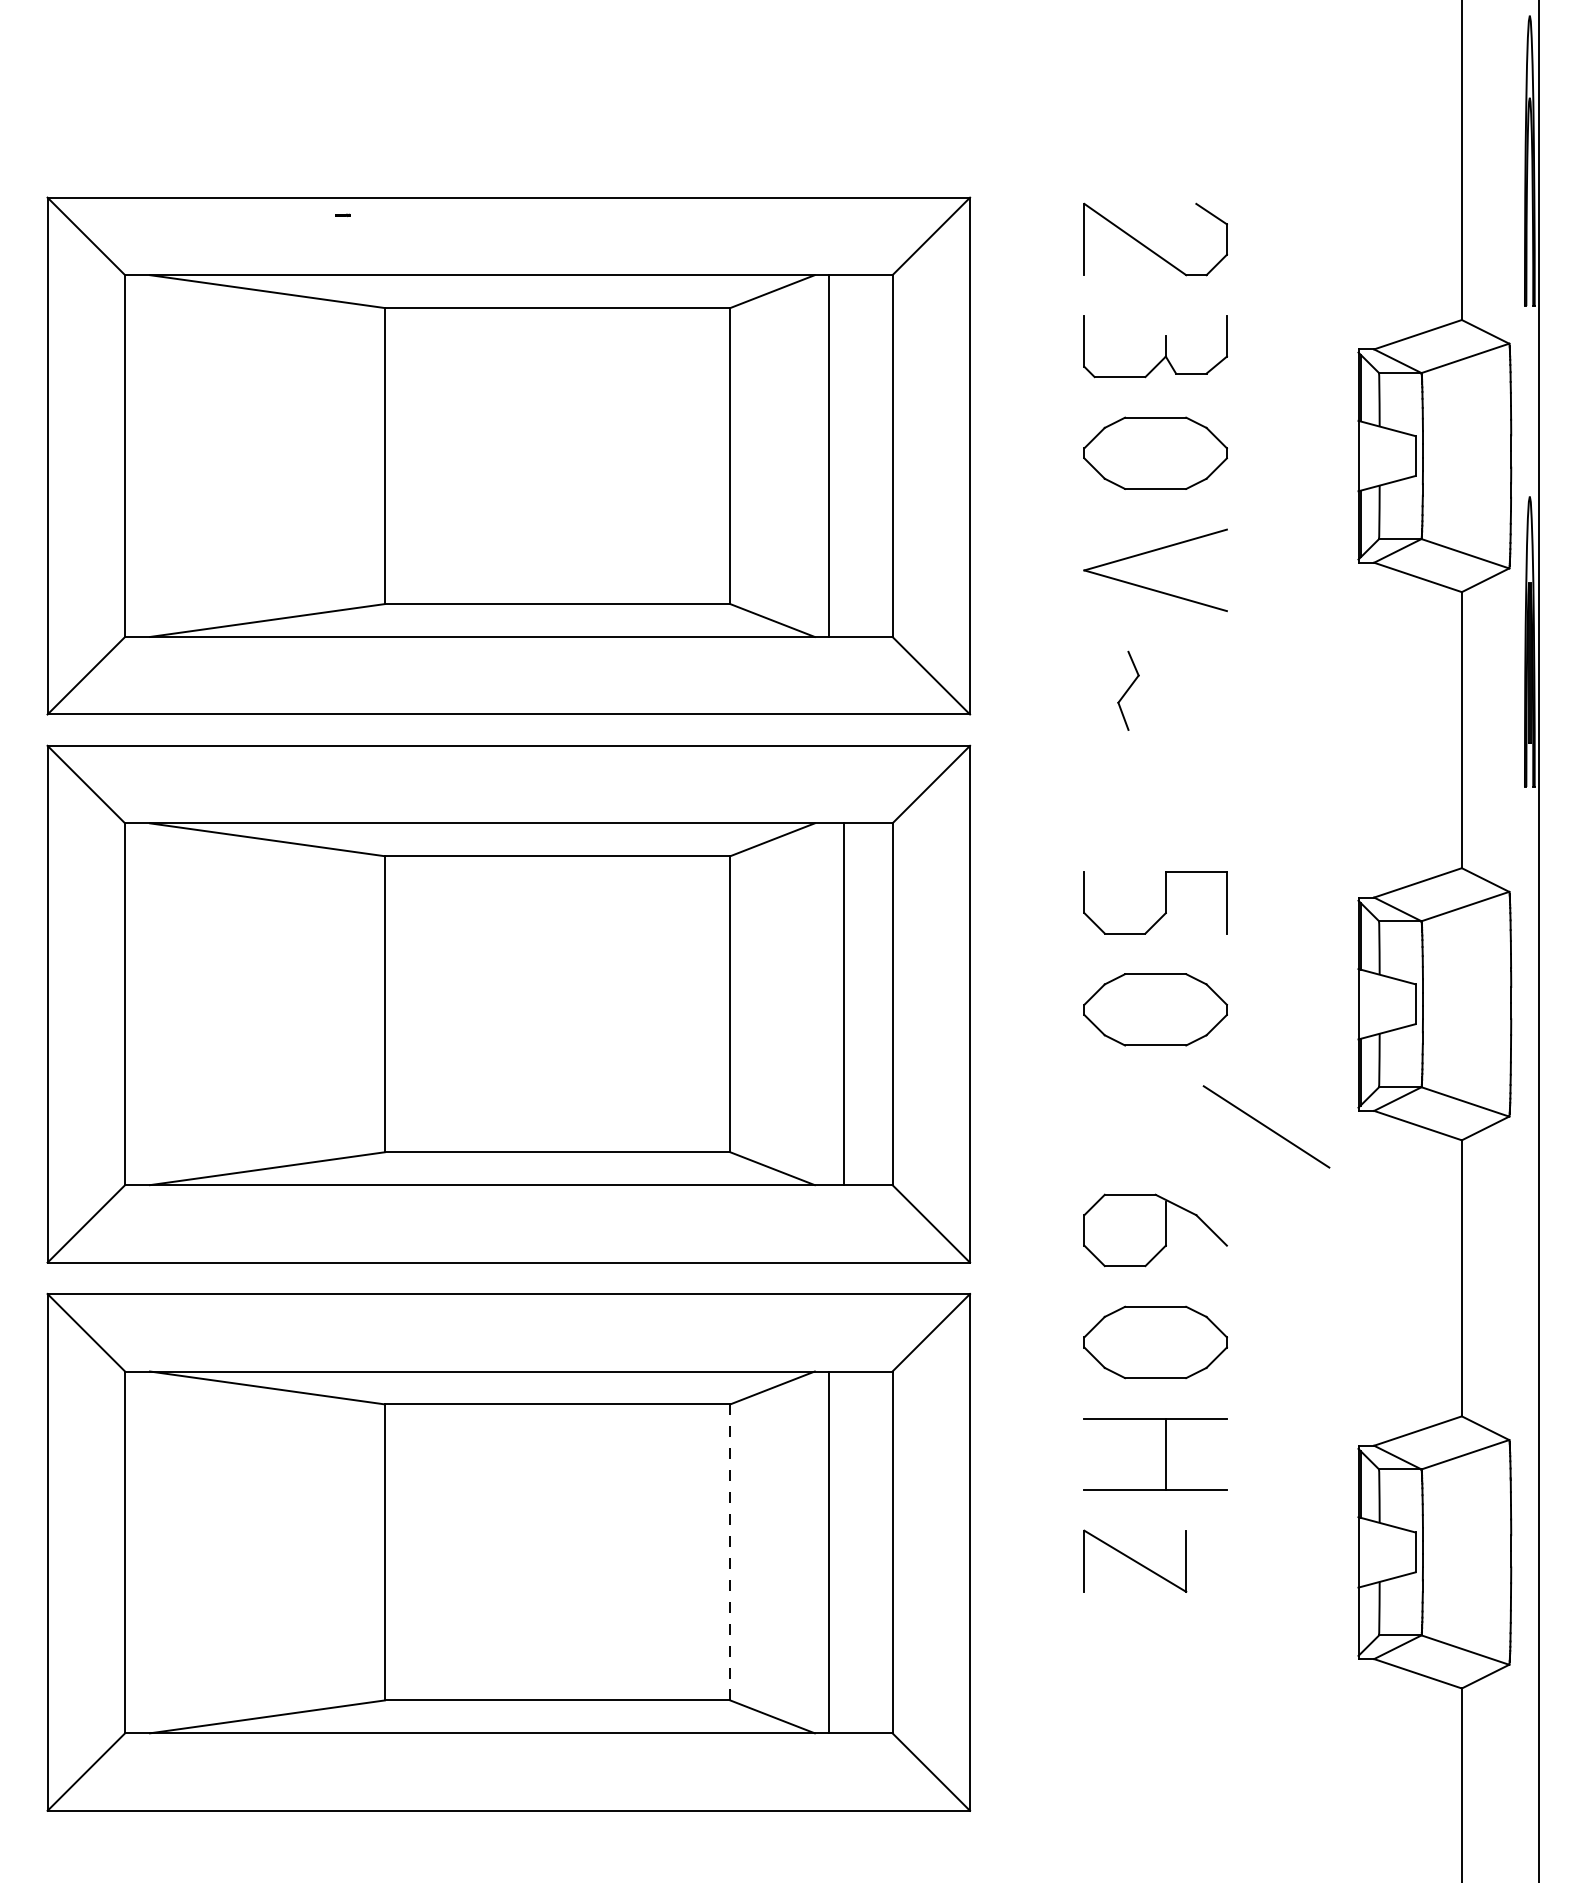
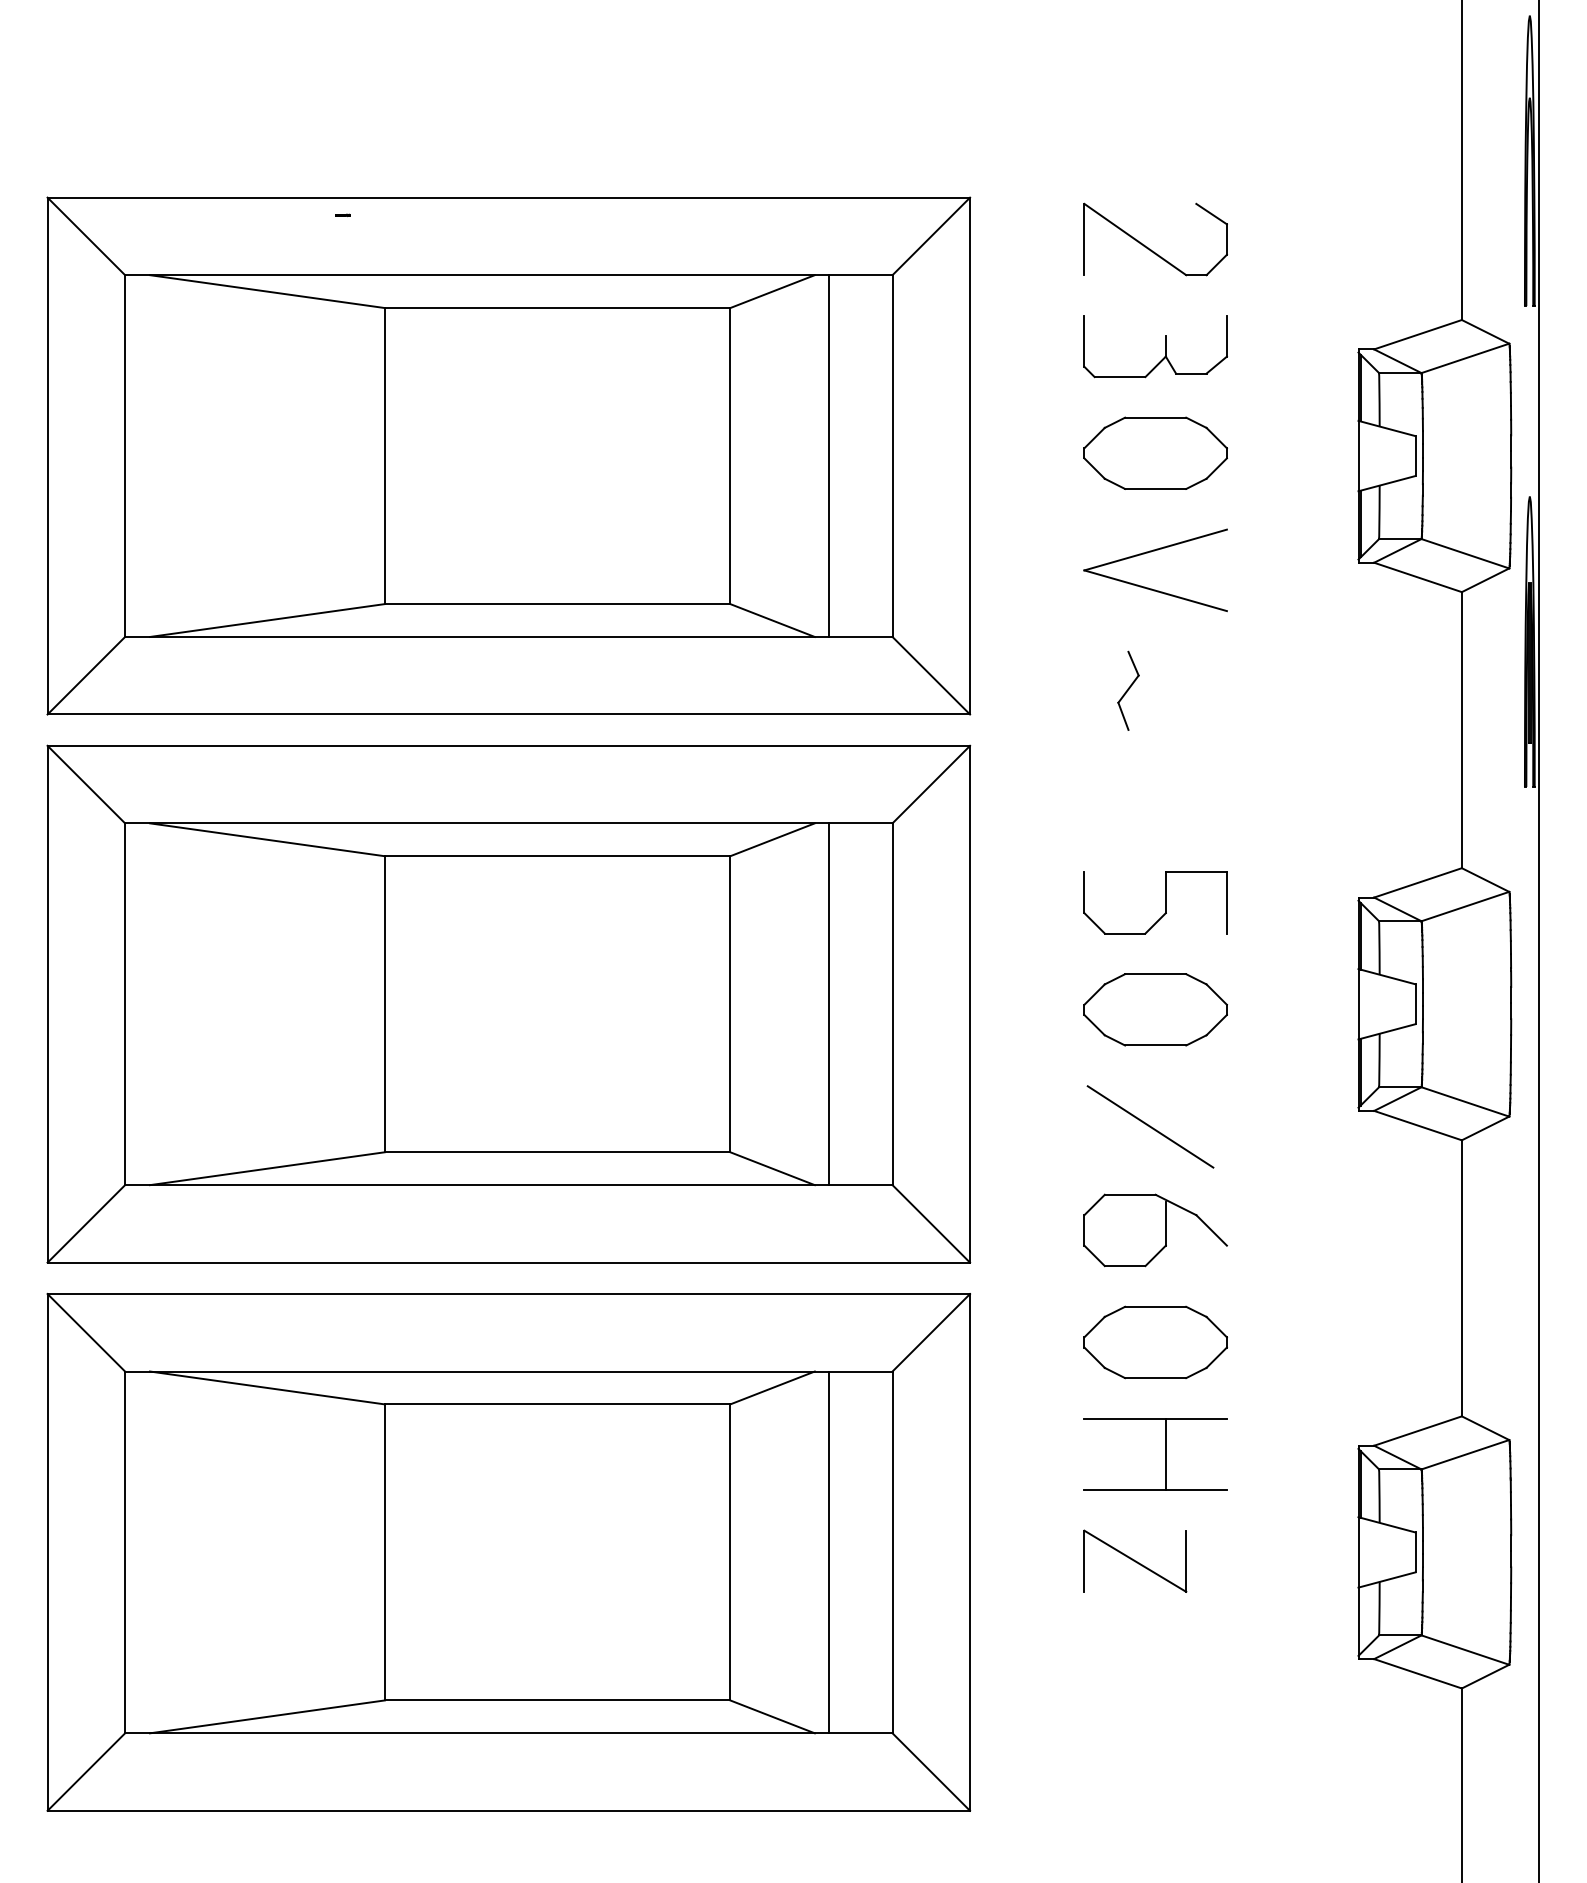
line at (843, 1004) position: (843, 1004) -> (828, 1004)
line at (1266, 1126) position: (1266, 1126) -> (1150, 1126)
line at (730, 1552): dashed -> solid
